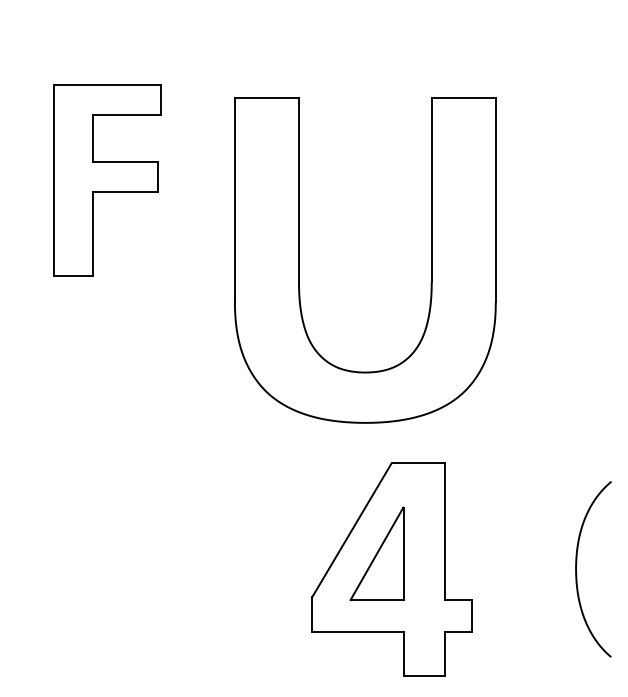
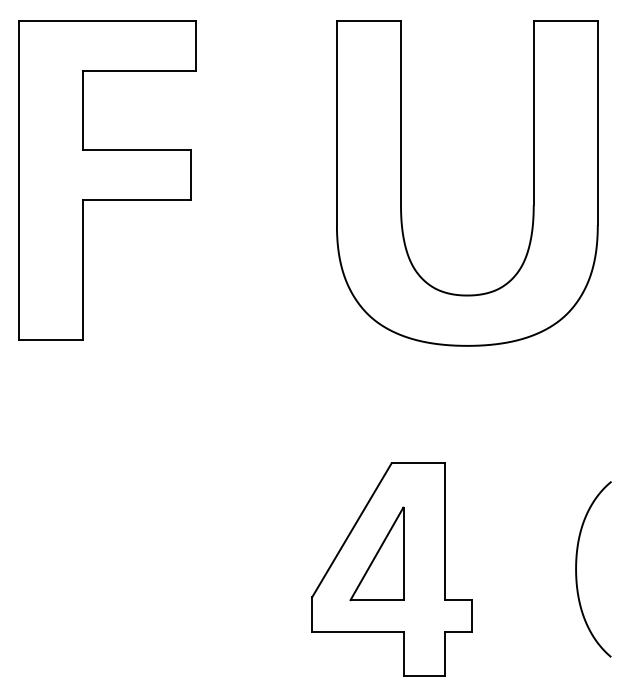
part at (107, 180) size: 109x193 px -> 179x321 px
part at (299, 260) position: (299, 260) -> (401, 183)
